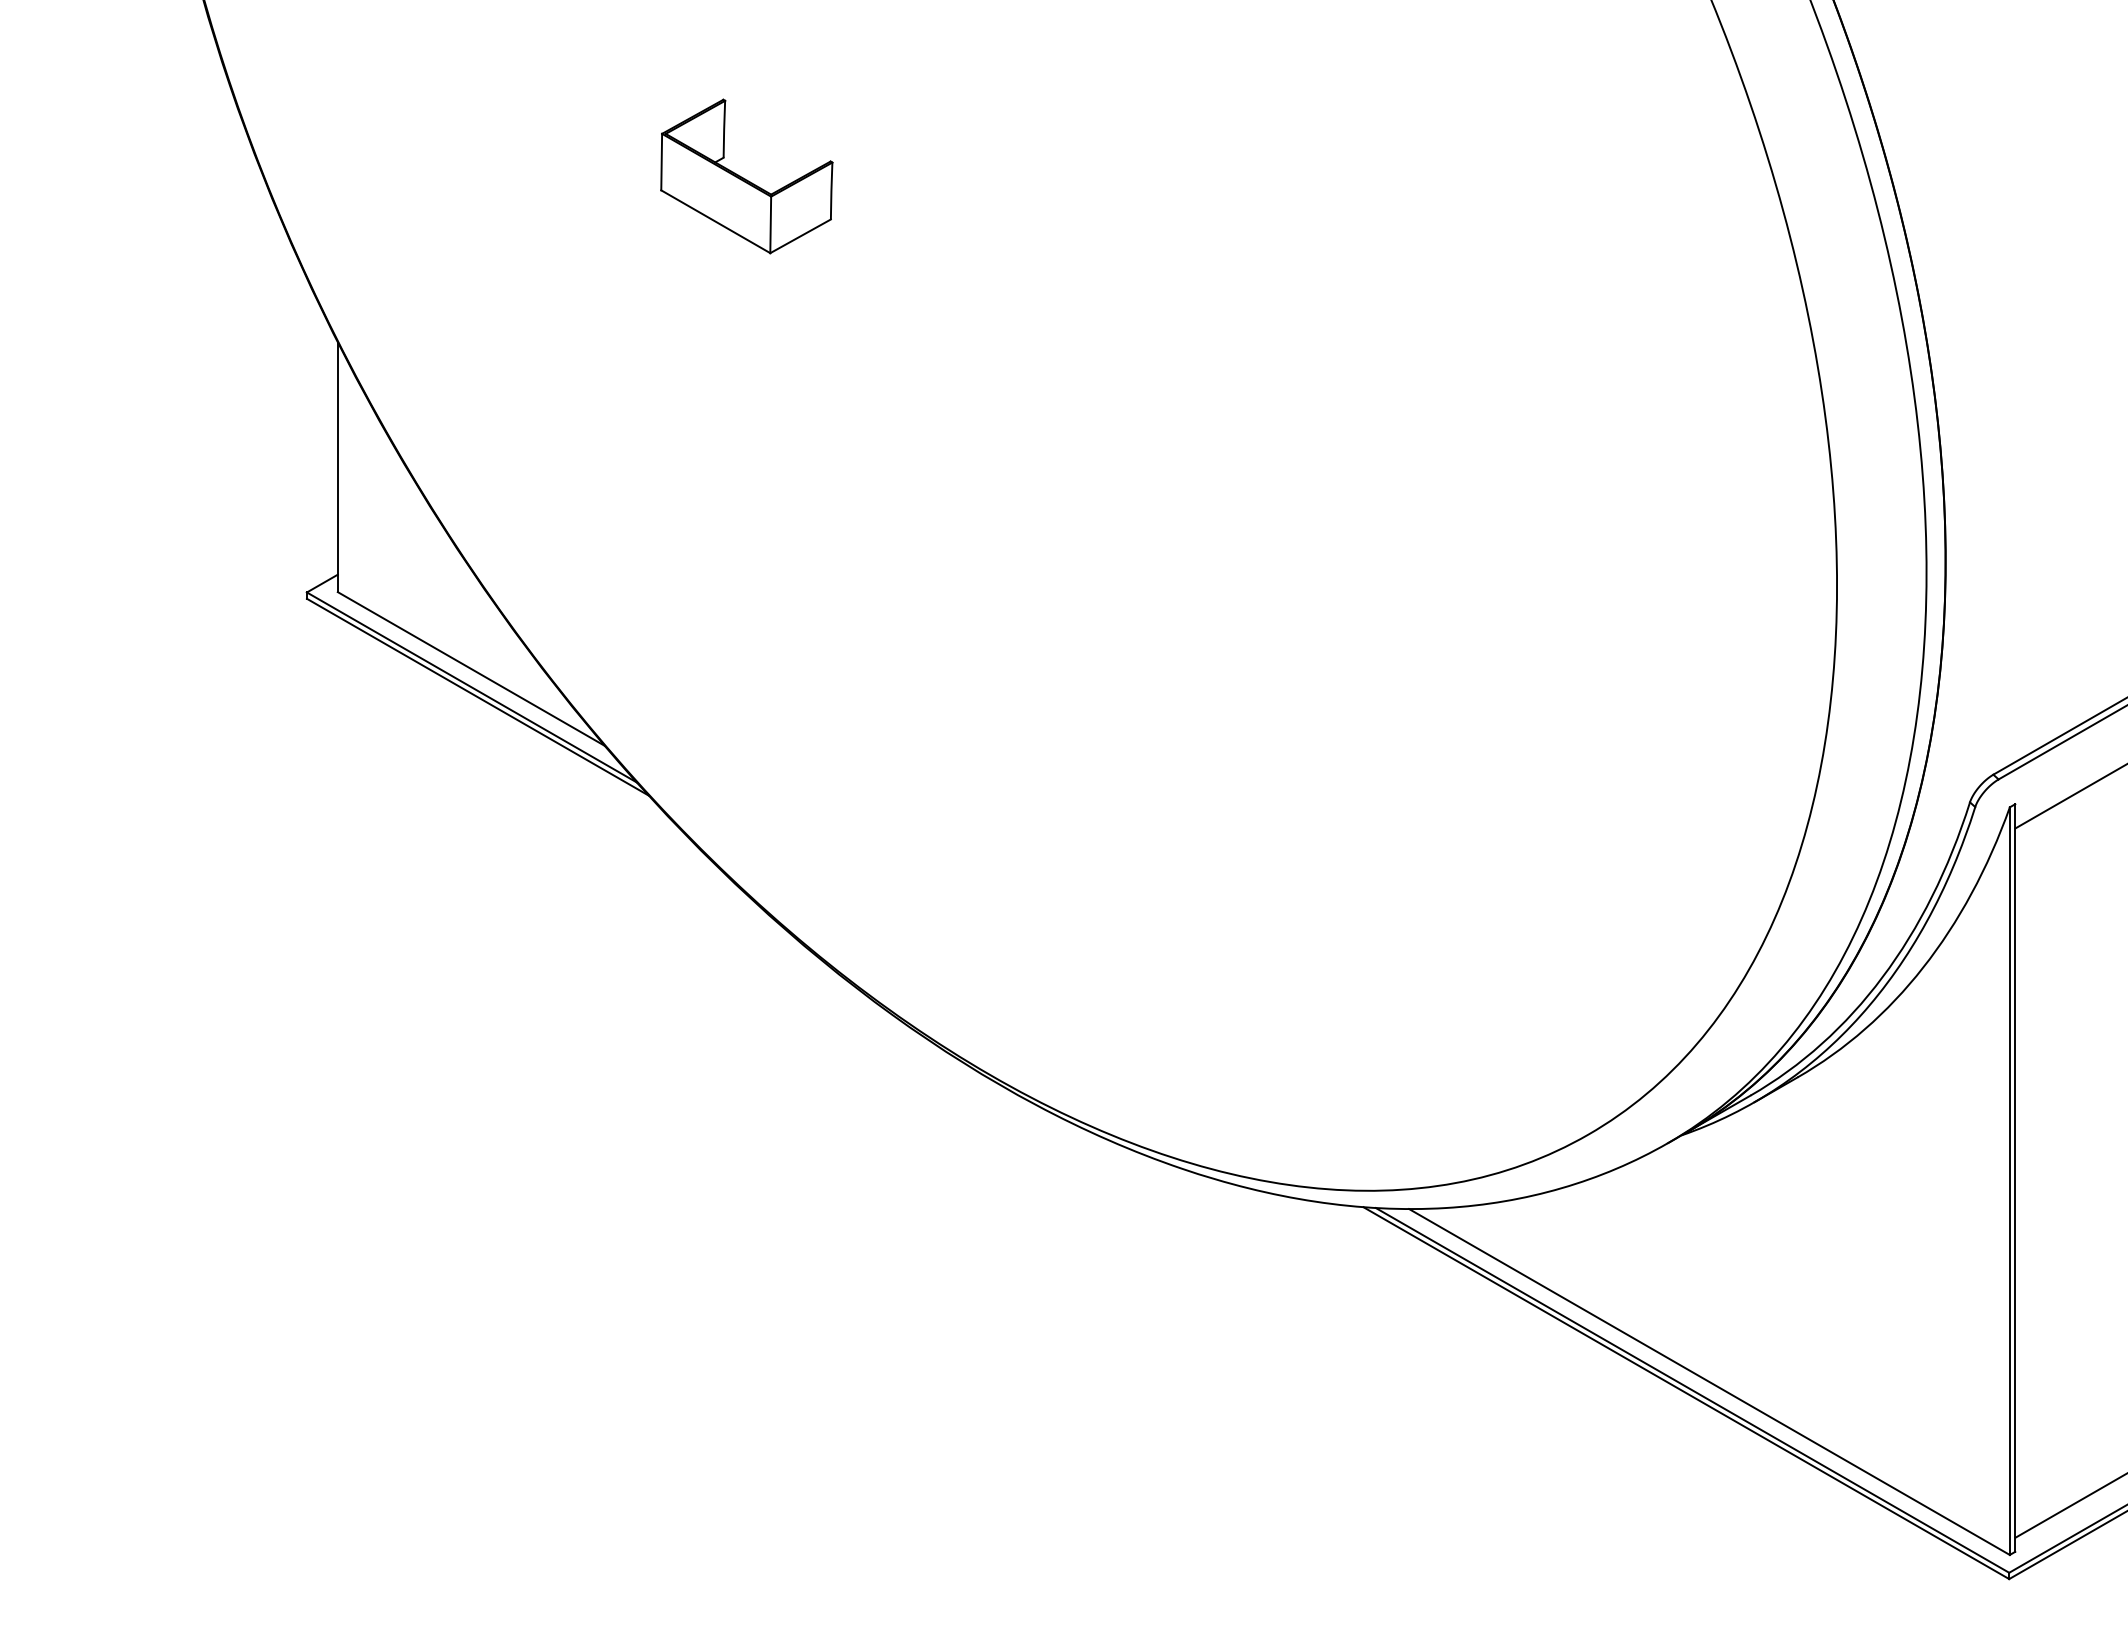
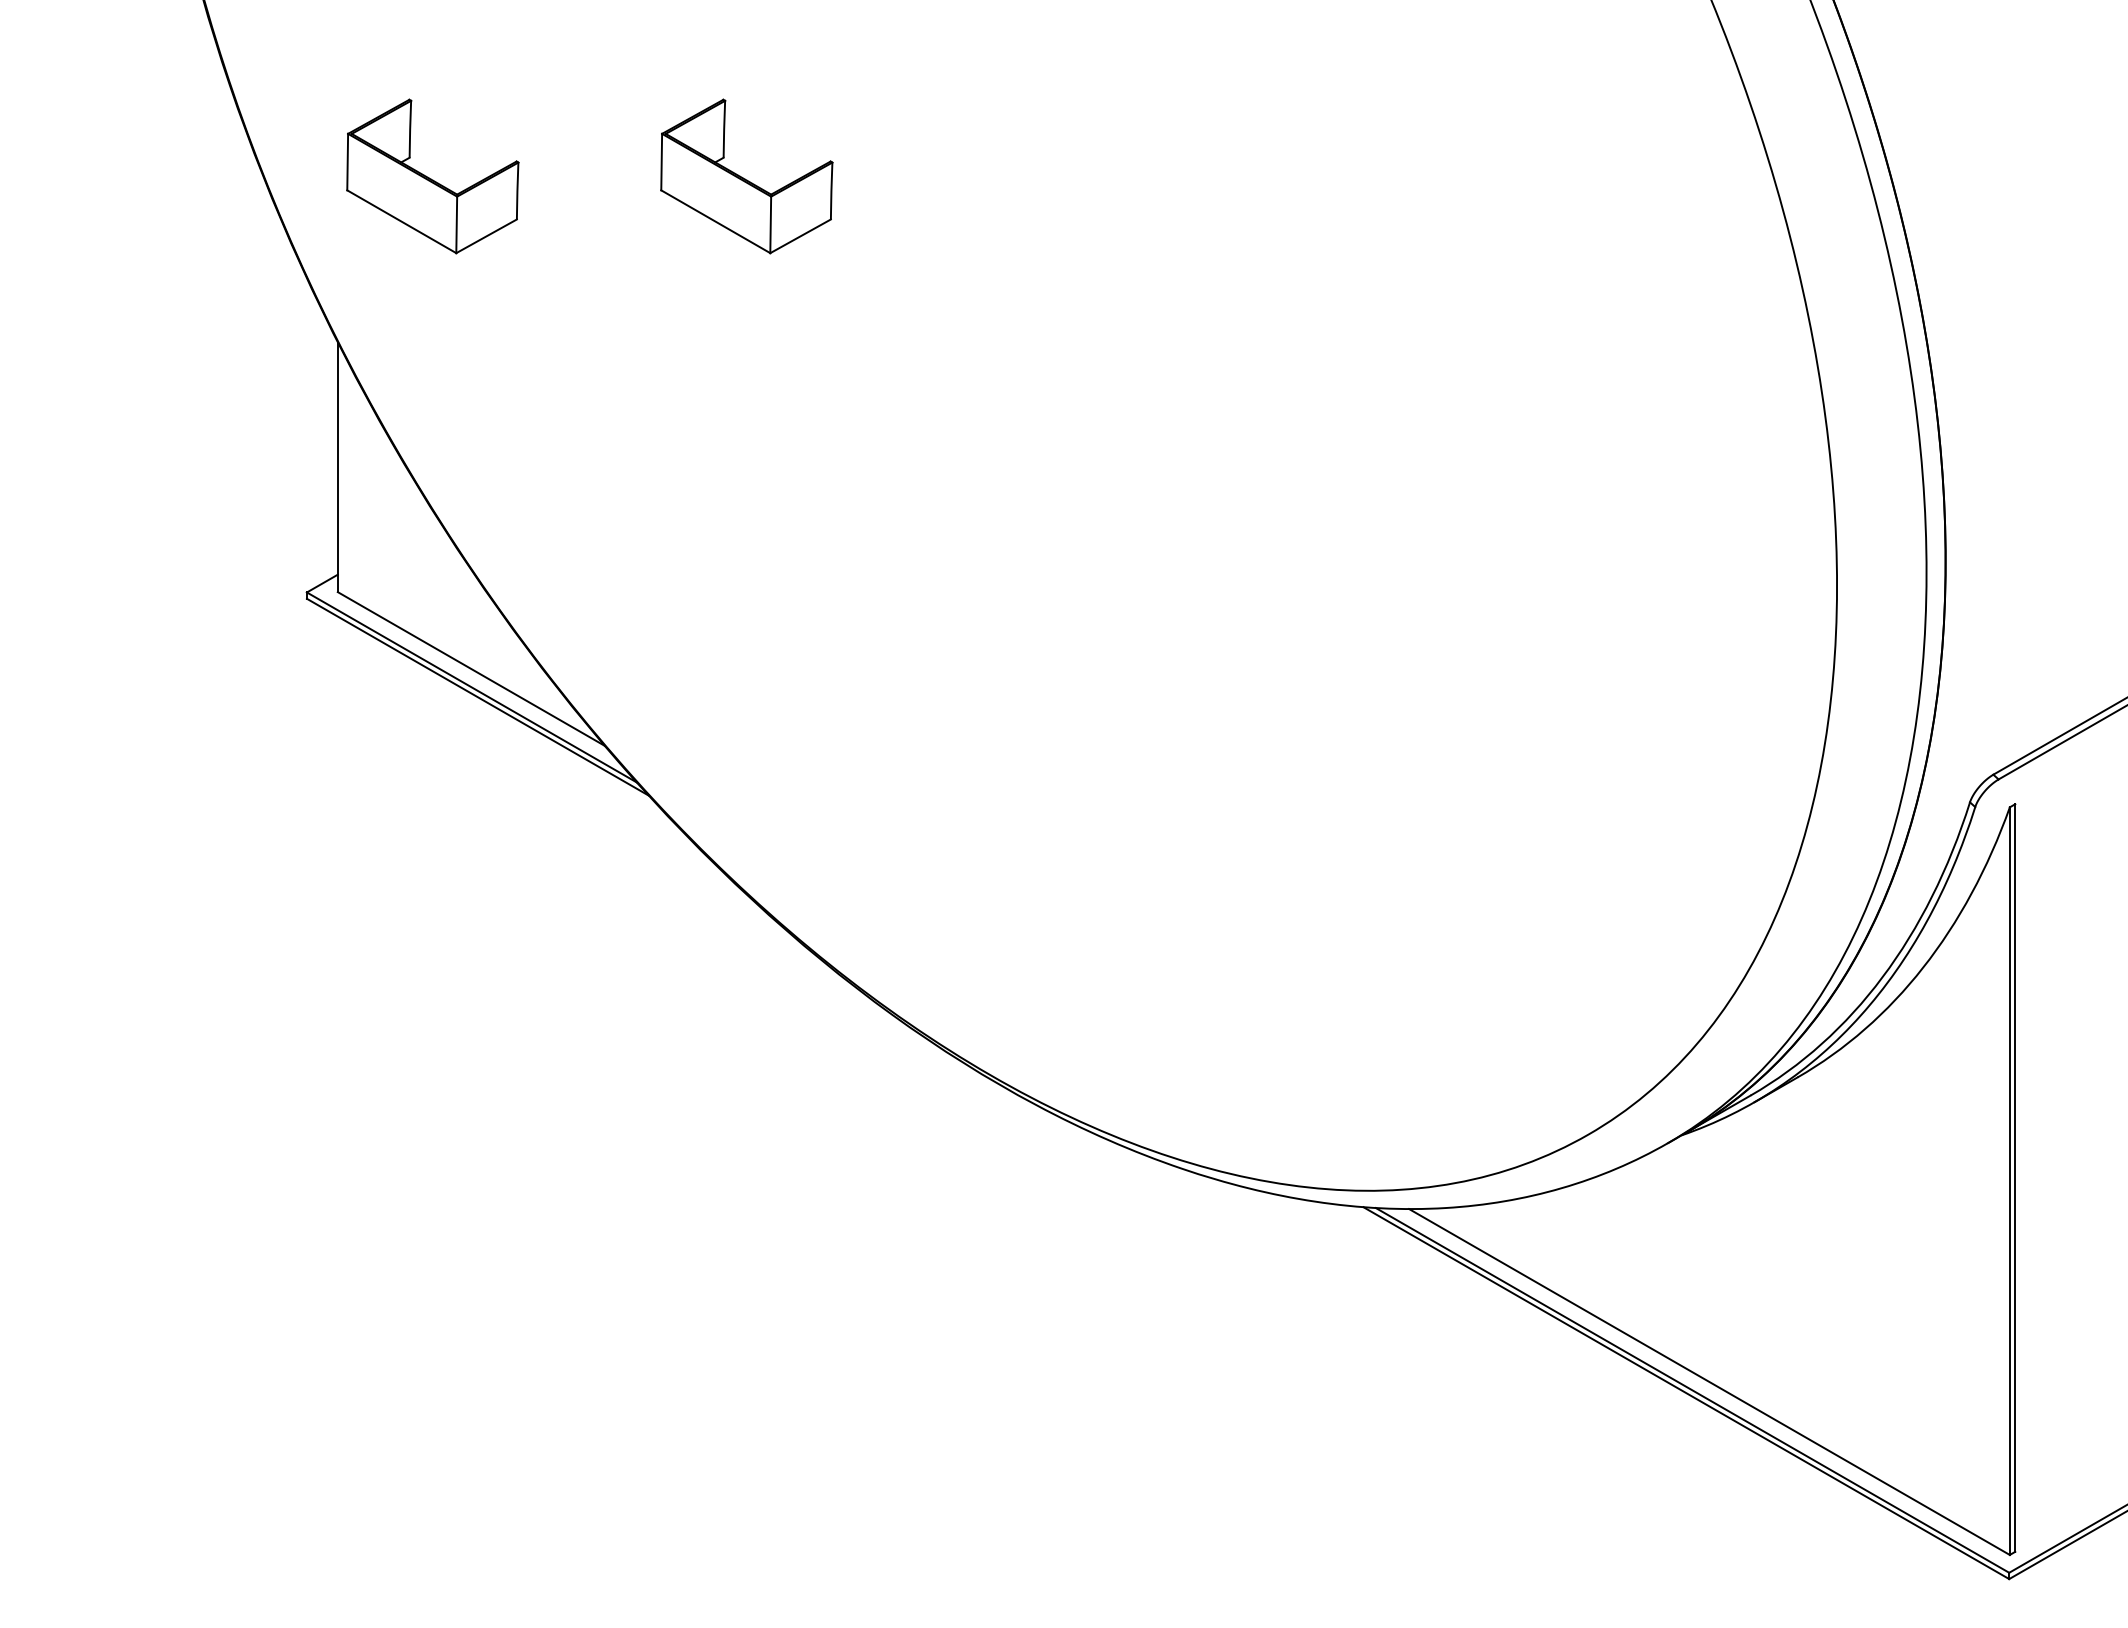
part at (432, 176): none -> present
line at (2069, 796): present -> none
line at (2069, 1505): present -> none
